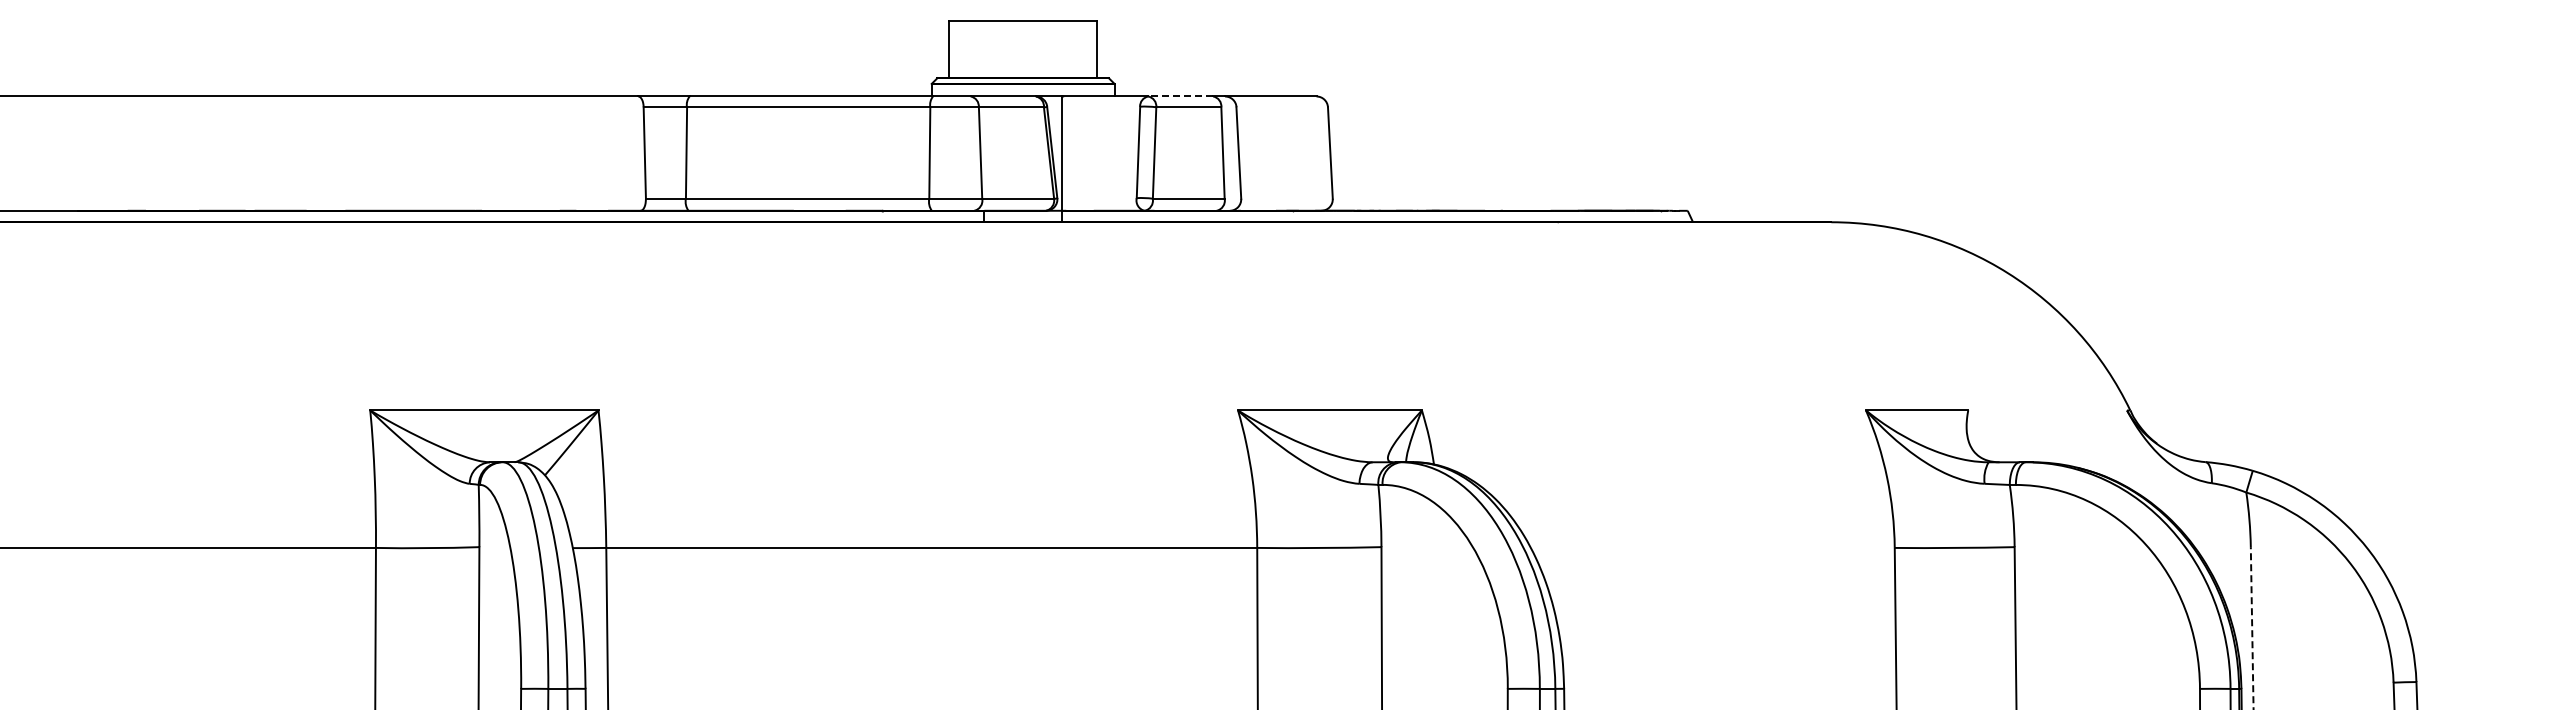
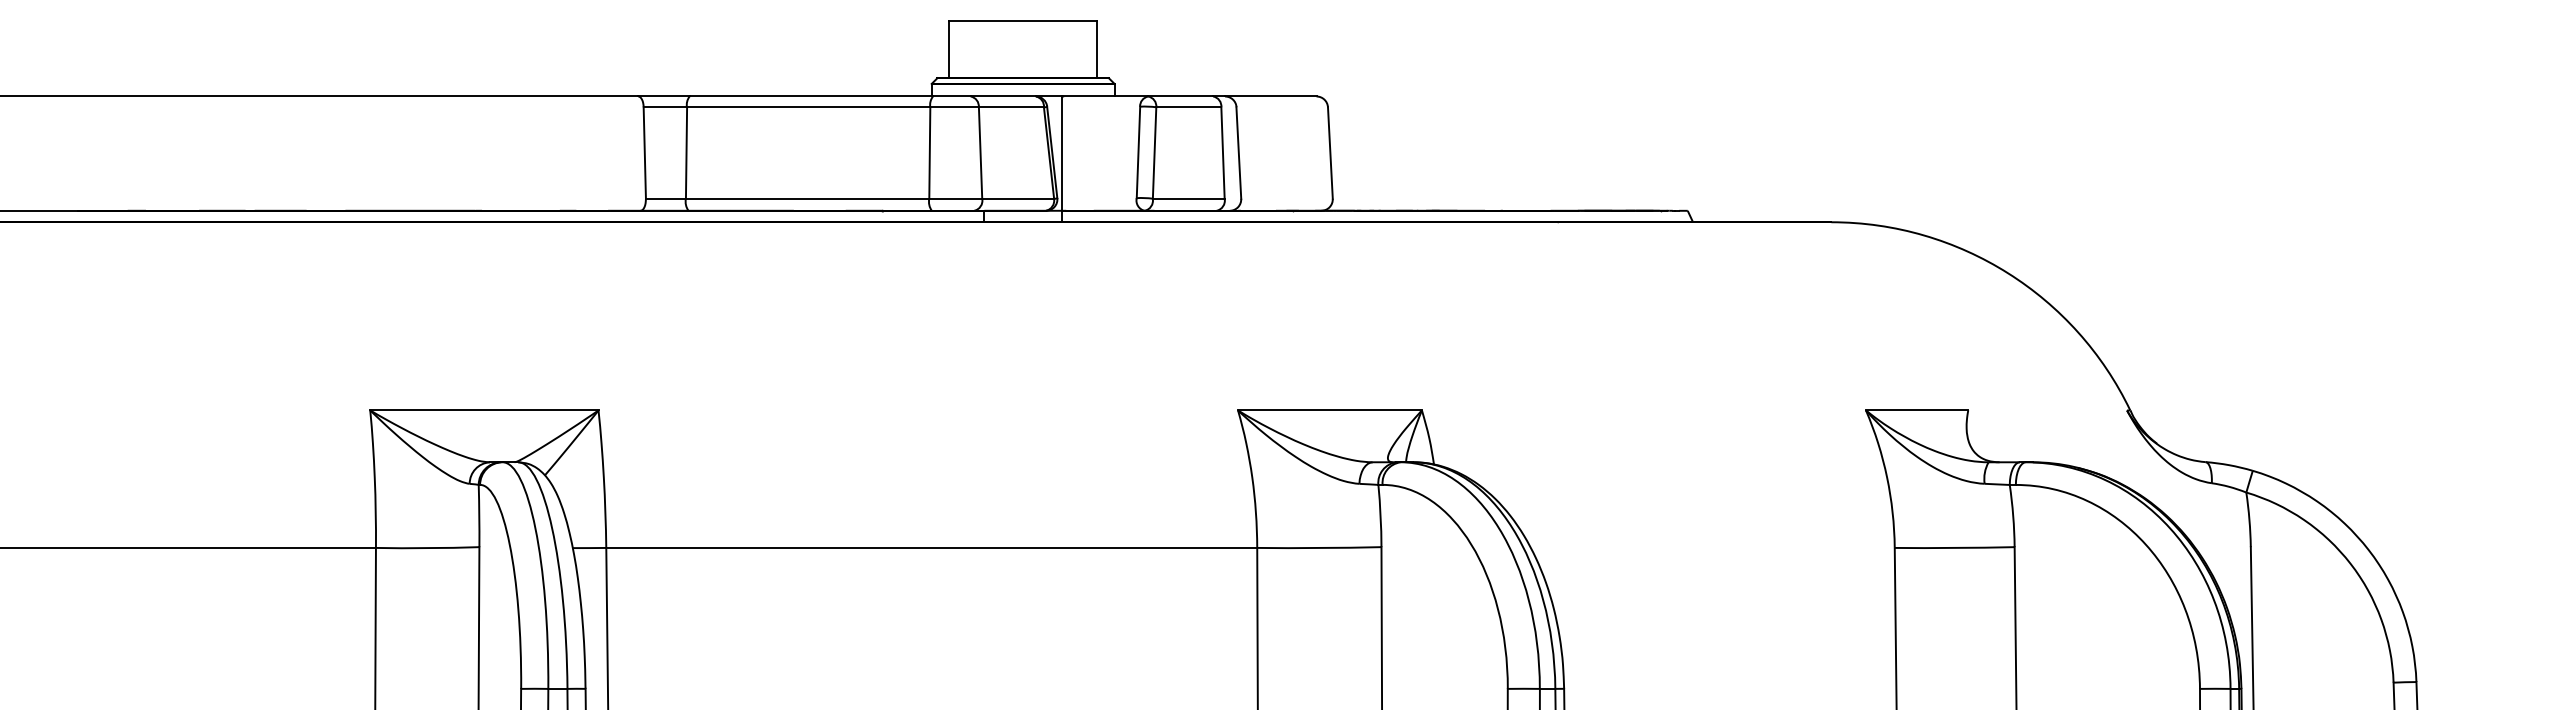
line at (1180, 96): dashed -> solid
line at (2252, 628): dashed -> solid
